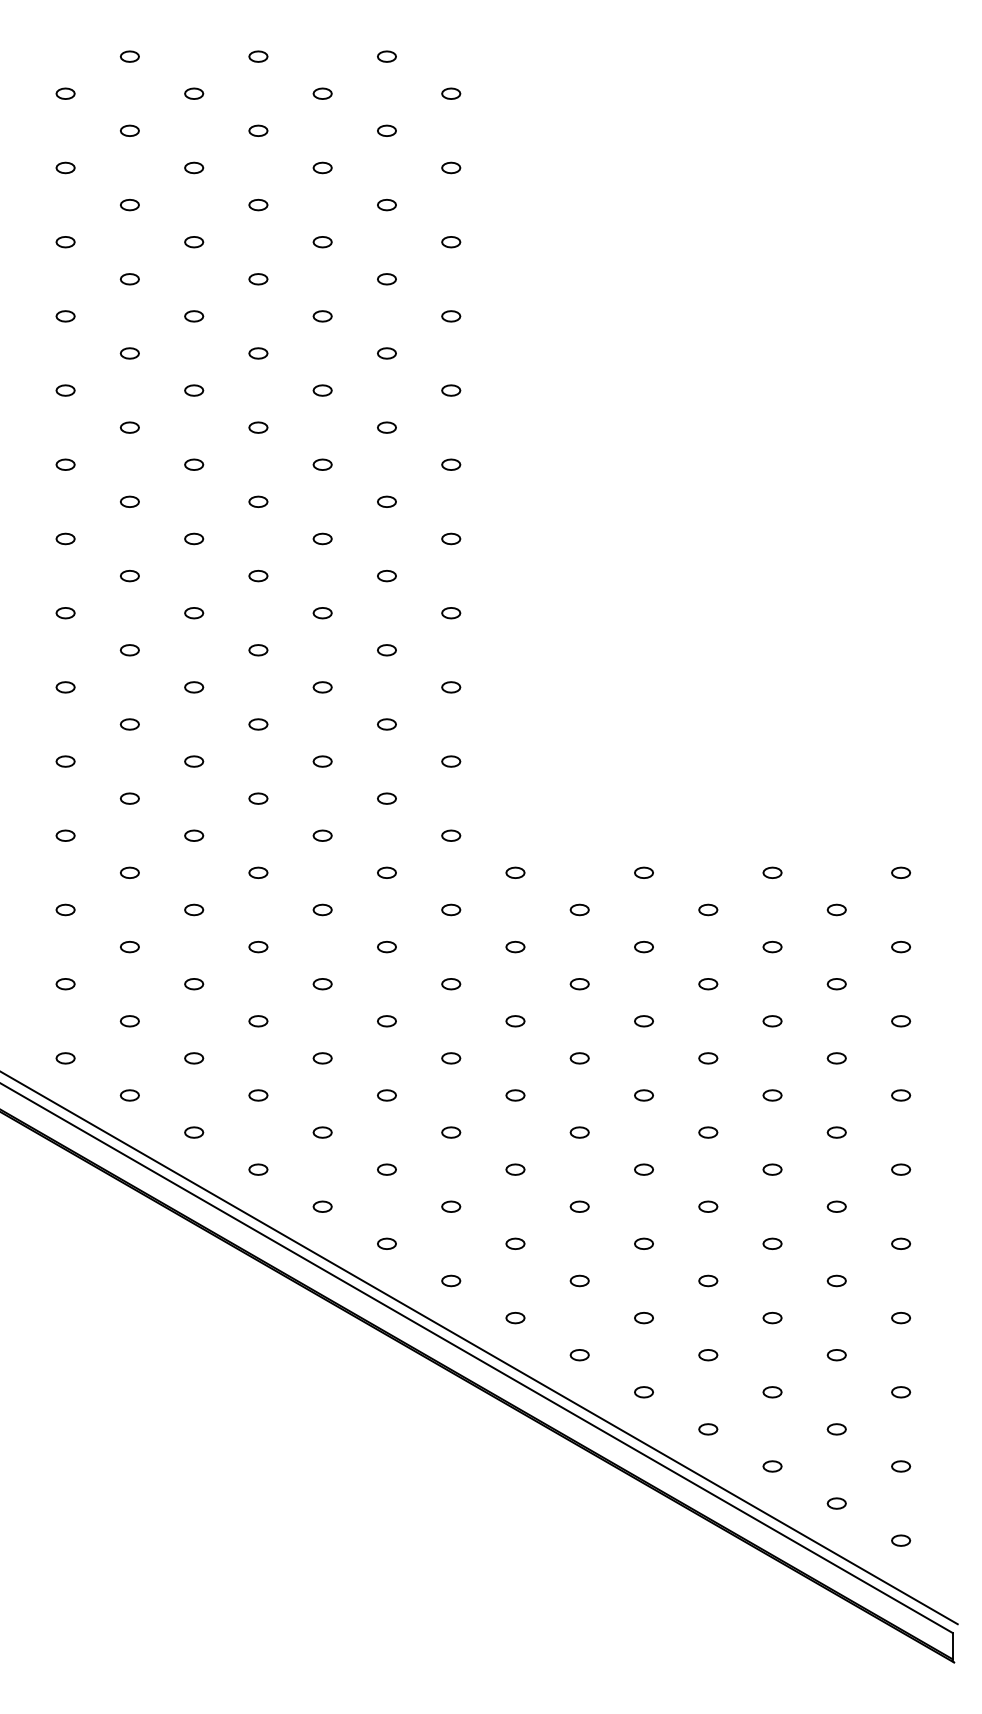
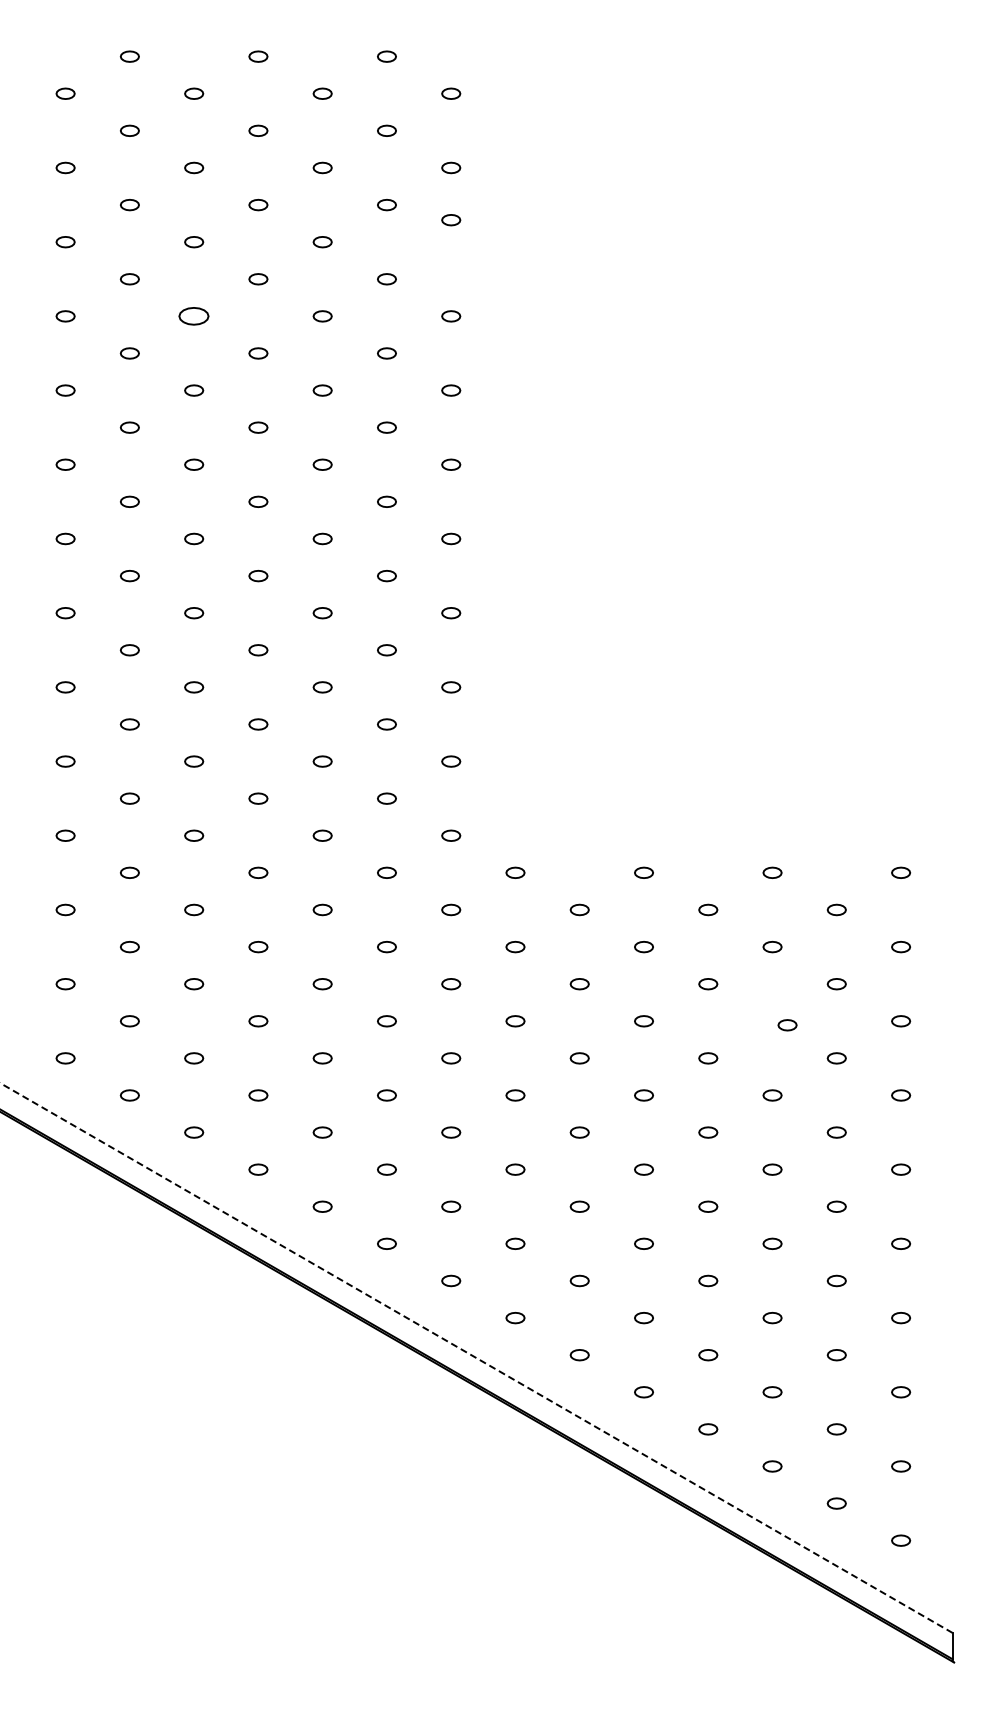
part at (451, 242) position: (451, 242) -> (451, 220)
part at (194, 316) size: 21x13 px -> 32x19 px
part at (772, 1021) position: (772, 1021) -> (787, 1025)
line at (479, 1348): present -> none
line at (476, 1358): solid -> dashed
